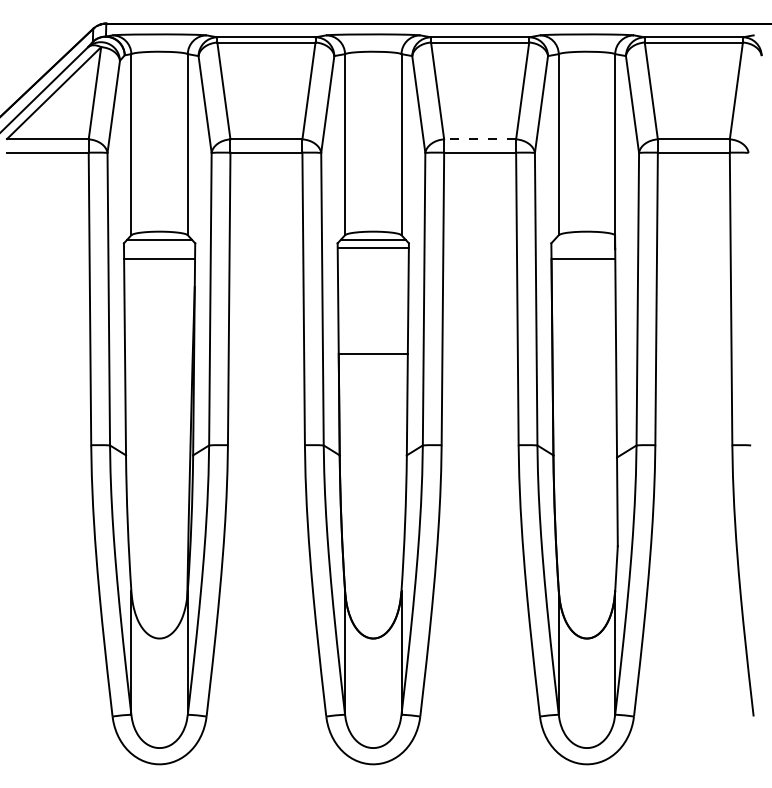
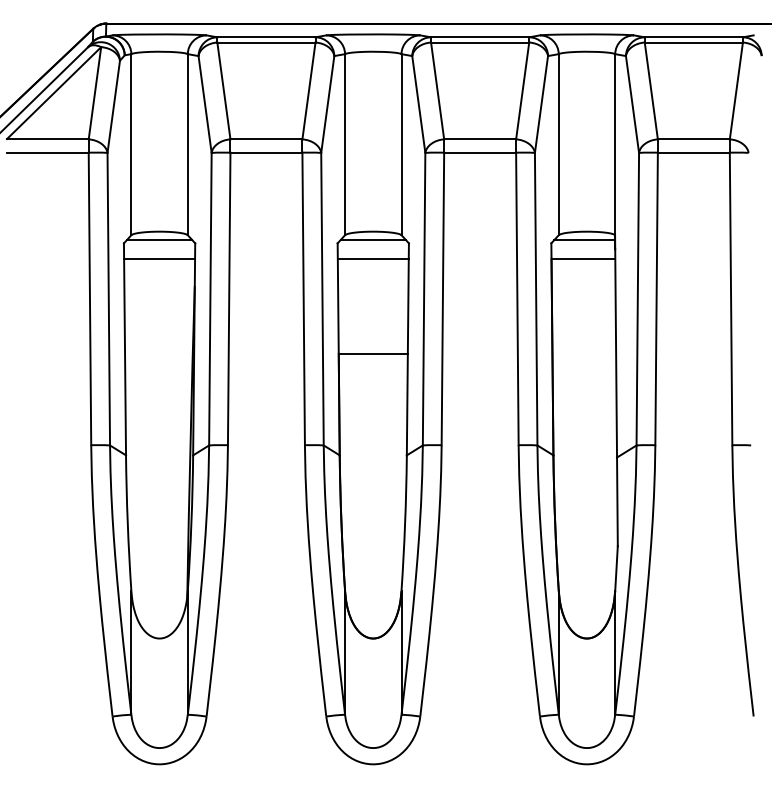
line at (480, 139): dashed -> solid
line at (584, 239): none -> present
line at (372, 247) position: (372, 247) -> (372, 258)
